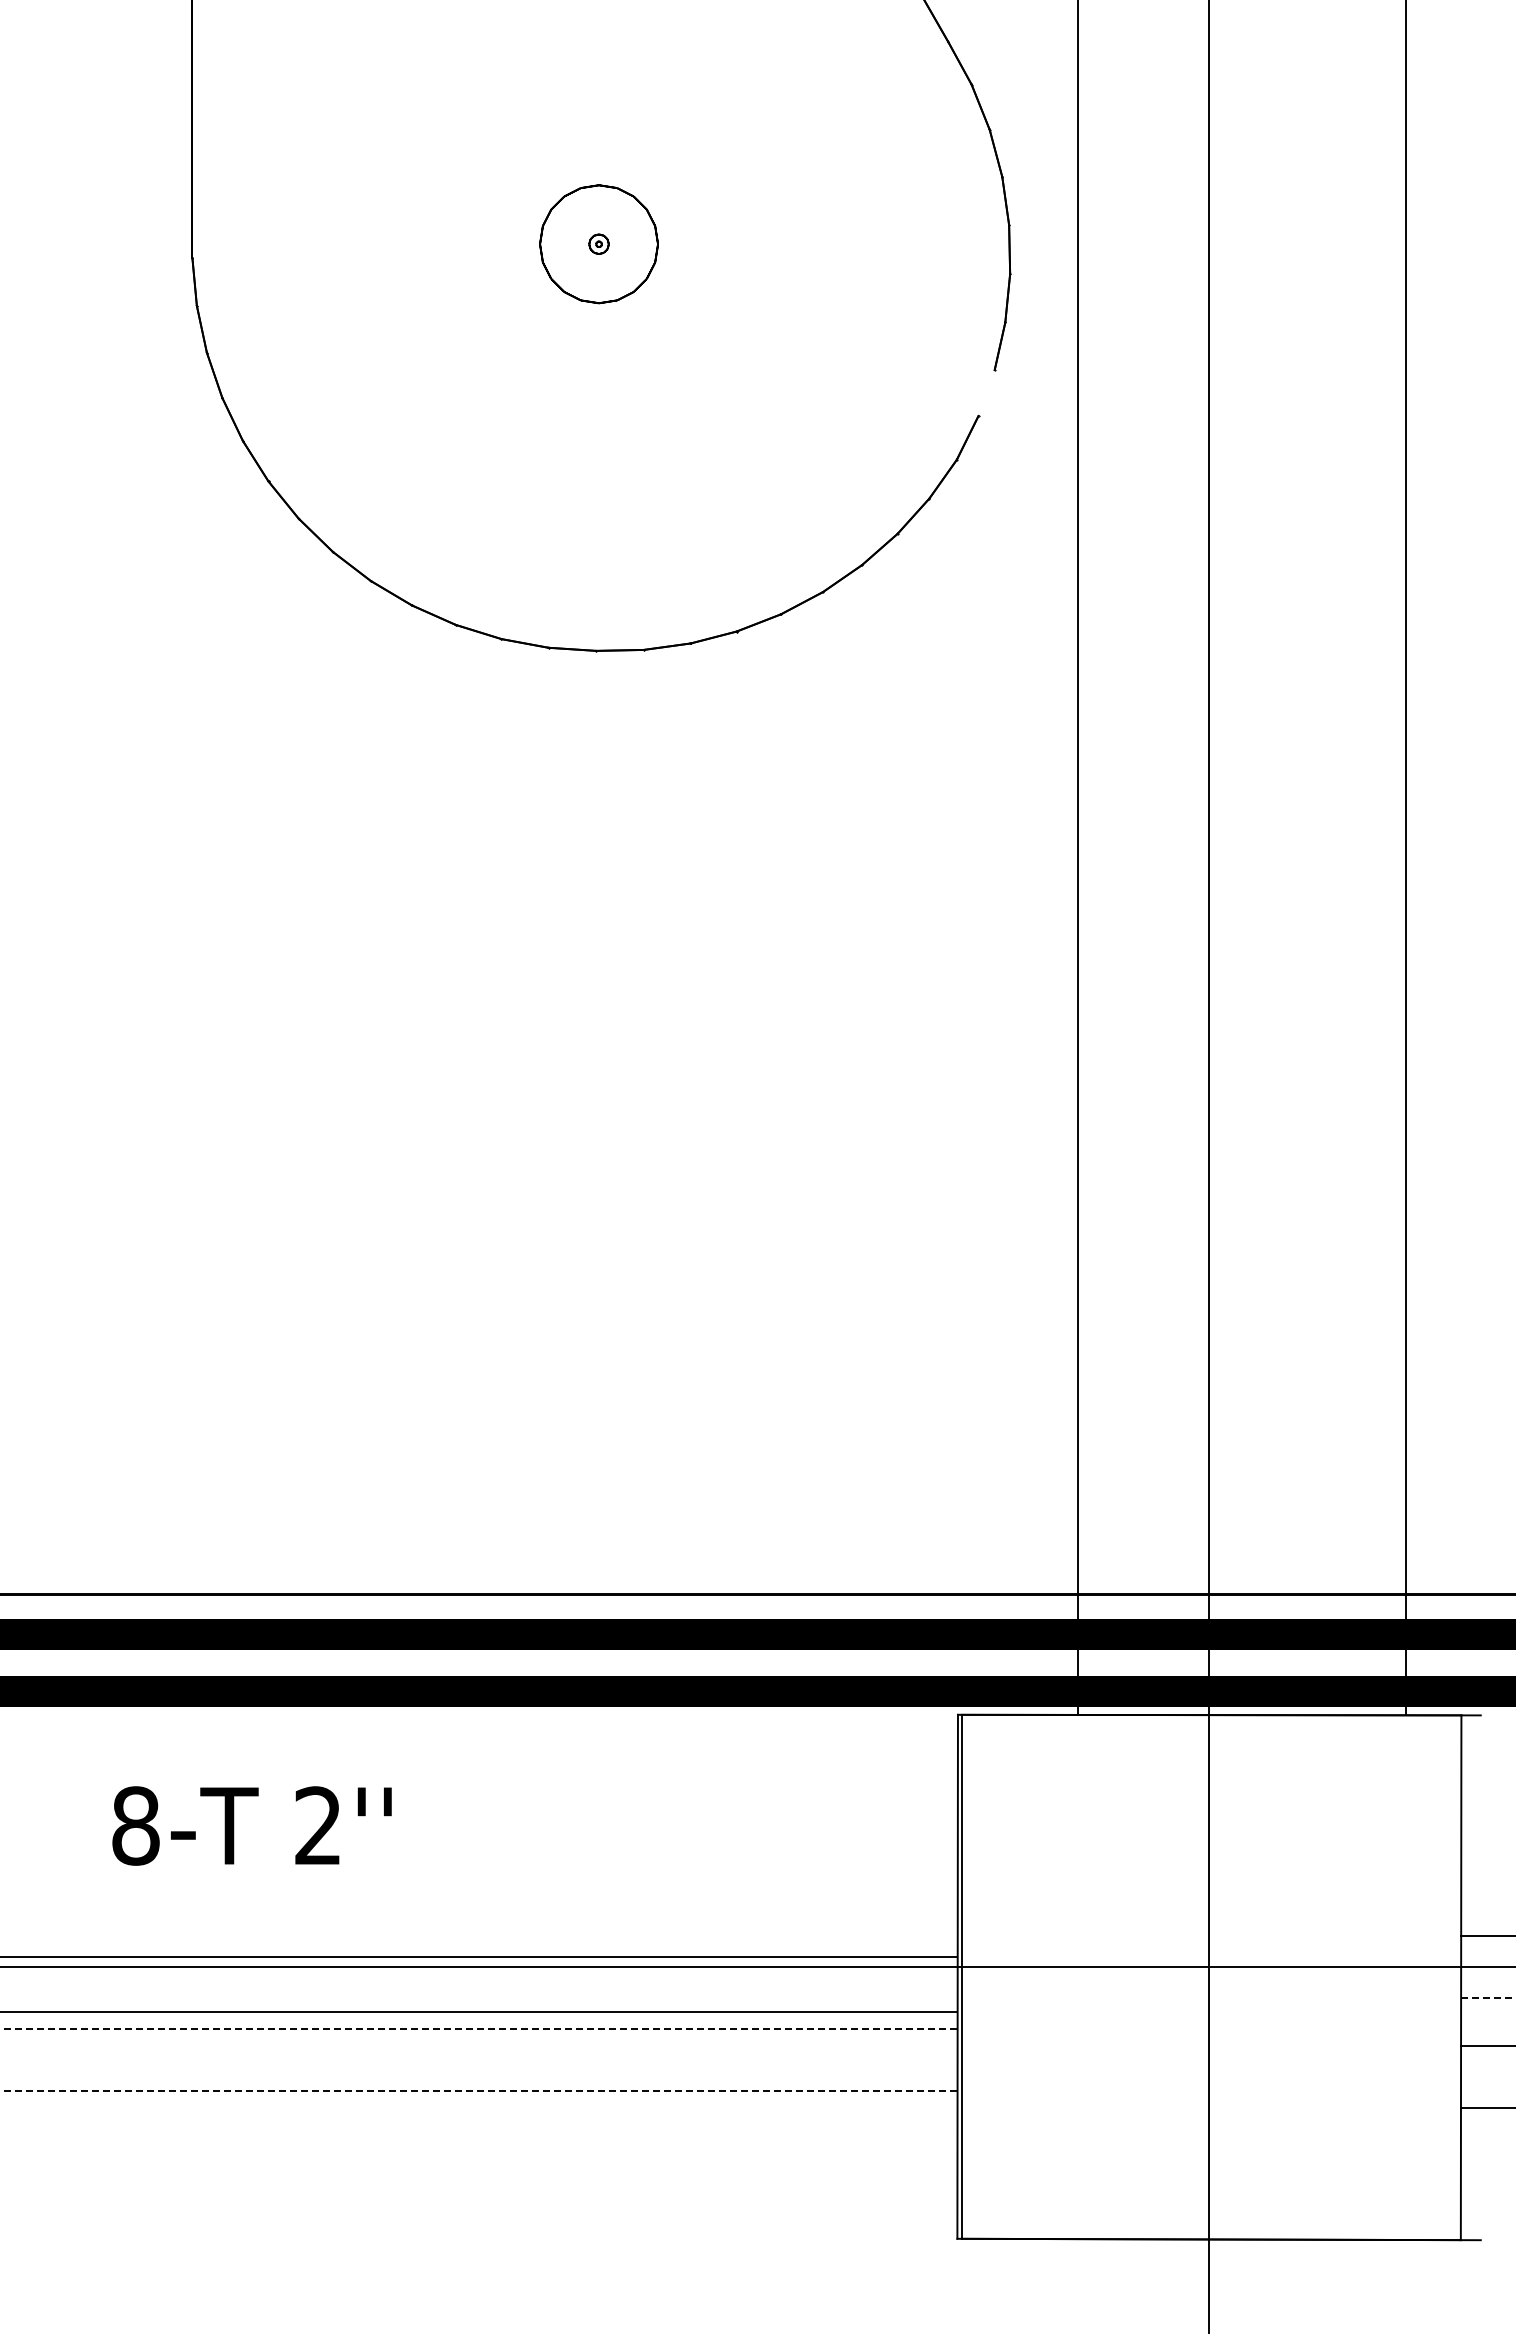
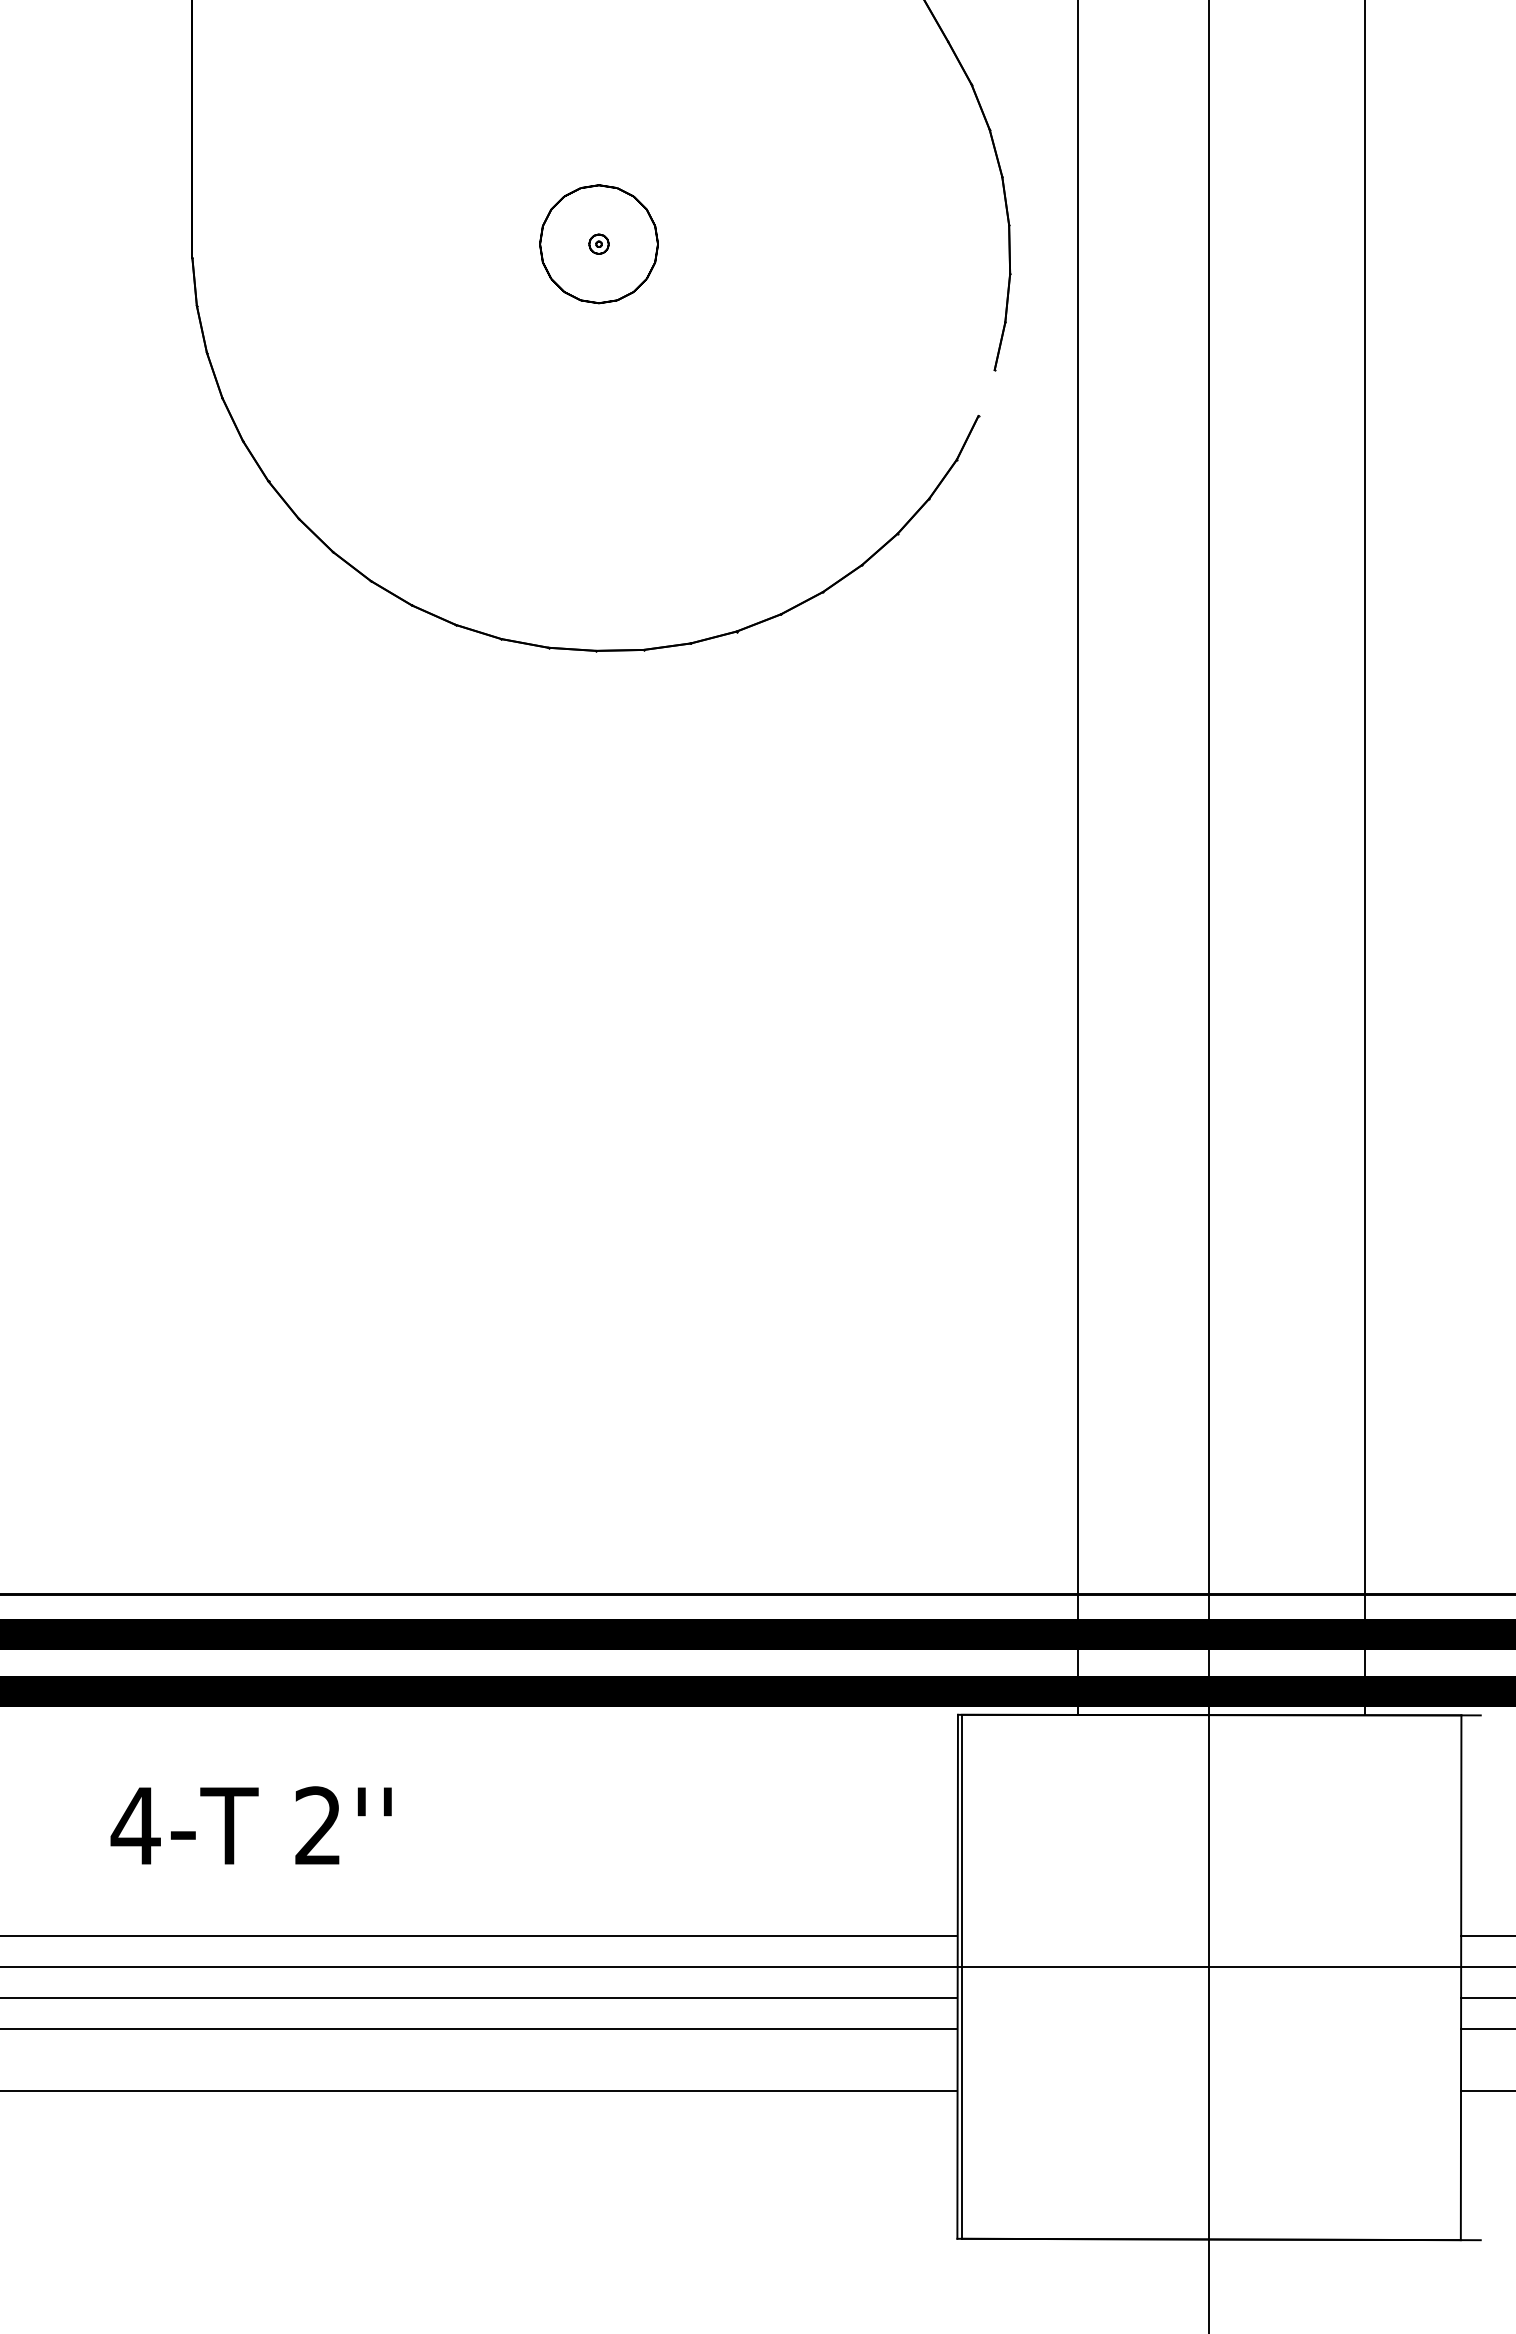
line at (1405, 858) position: (1405, 858) -> (1364, 858)
text at (135, 1825): 8-T -> 4-T
line at (479, 1957) position: (479, 1957) -> (479, 1936)
line at (1488, 1998): dashed -> solid
line at (479, 2012) position: (479, 2012) -> (479, 1998)
line at (478, 2029): dashed -> solid
line at (1486, 2046) position: (1486, 2046) -> (1486, 2029)
line at (478, 2091): dashed -> solid
line at (1486, 2108) position: (1486, 2108) -> (1486, 2091)
